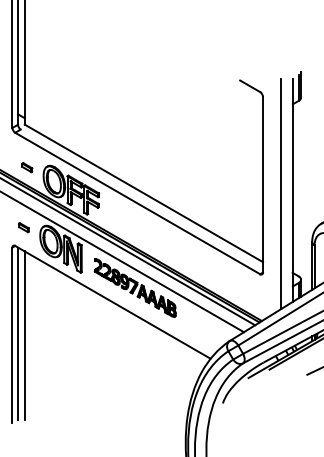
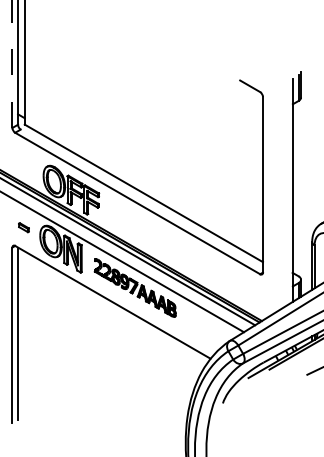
line at (12, 64): solid -> dashed
part at (27, 167): present -> none
line at (281, 193): present -> none
line at (24, 335): present -> none
